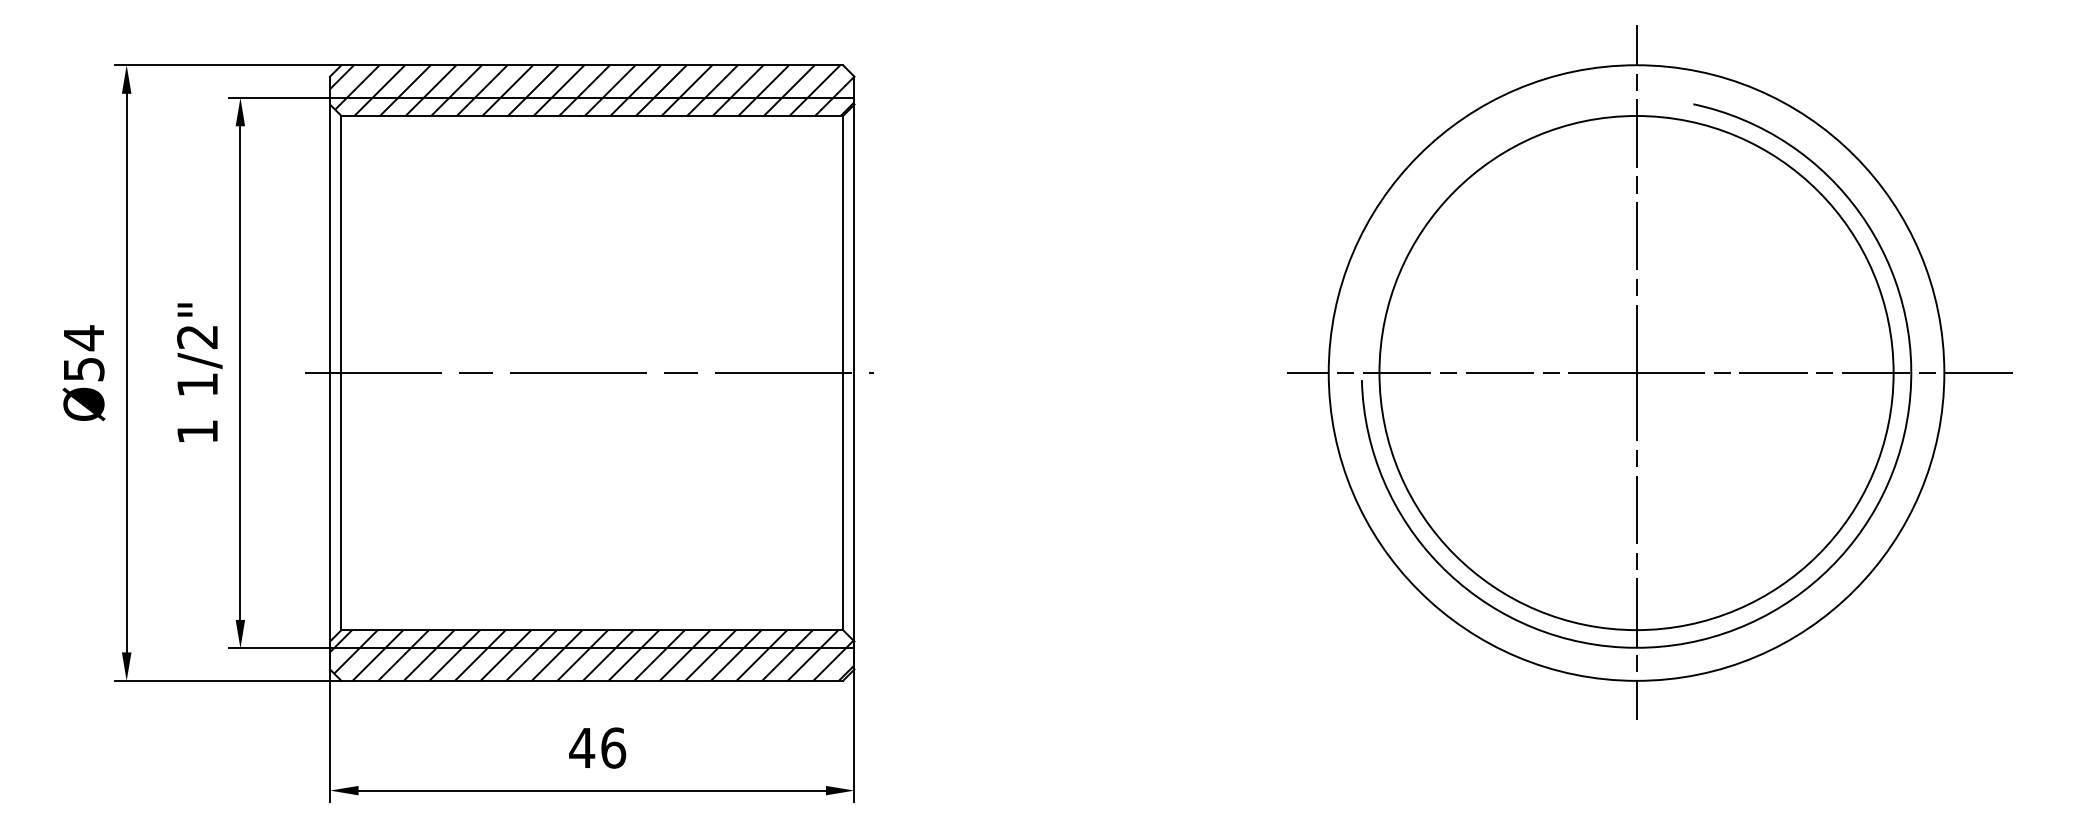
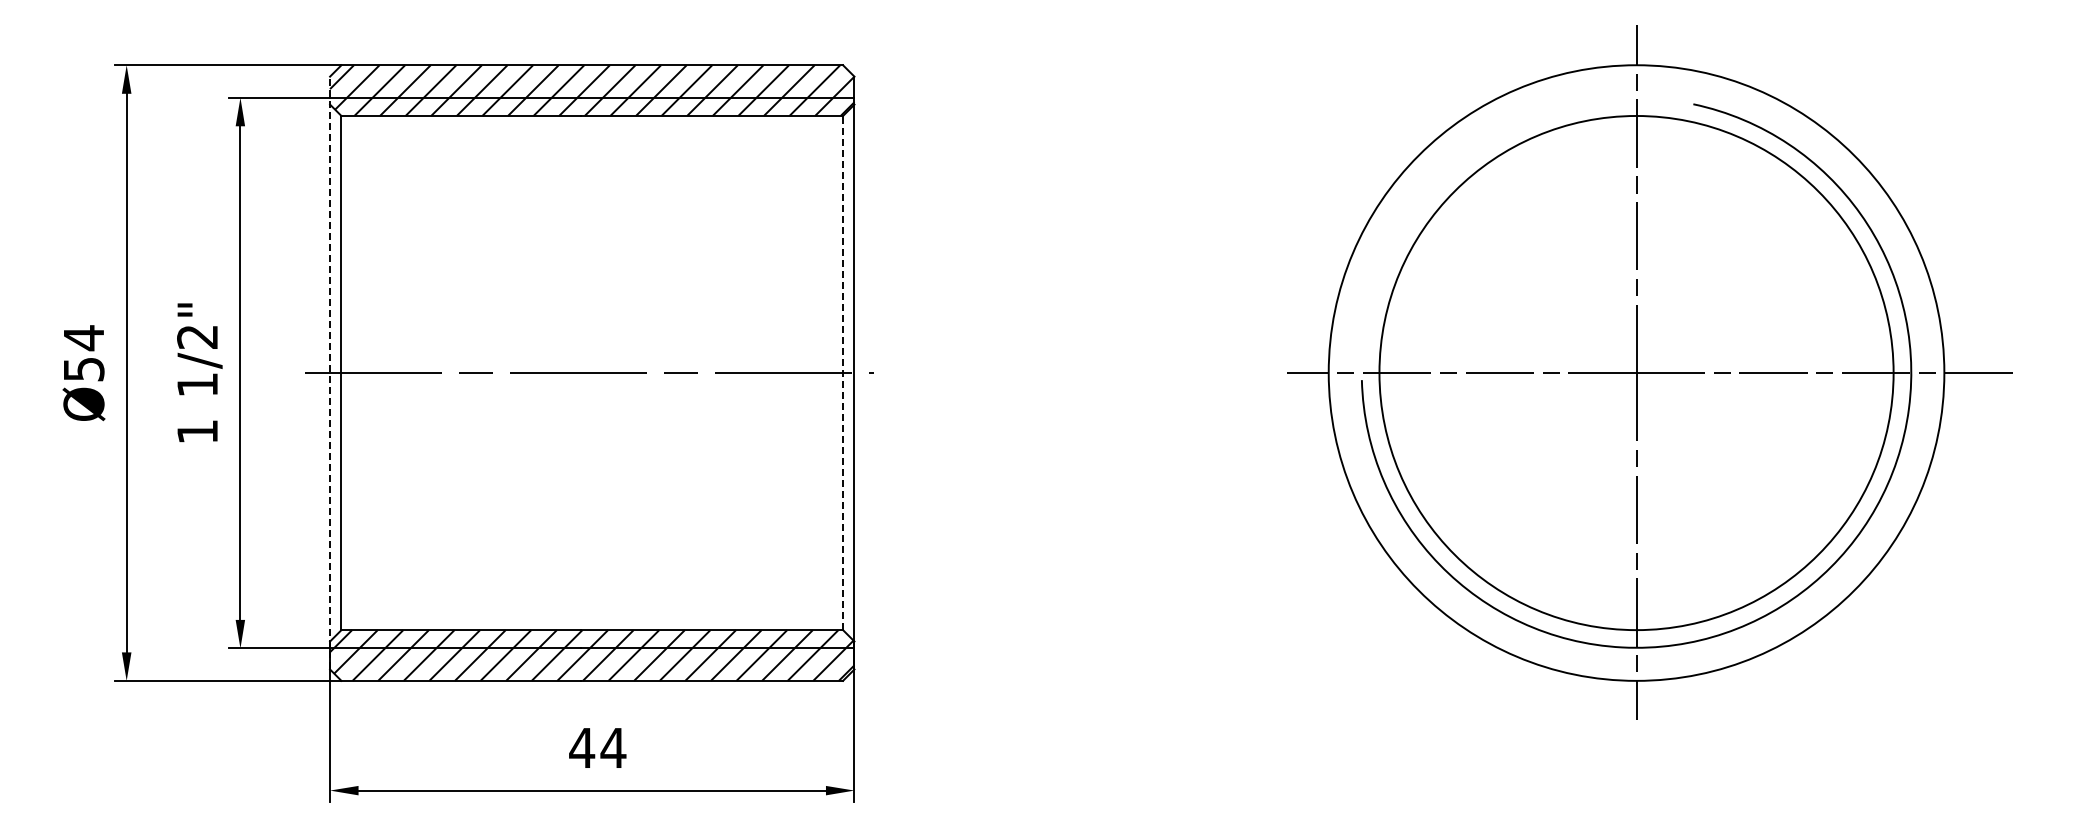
line at (330, 372): solid -> dashed
line at (843, 372): solid -> dashed
text at (613, 747): 46 -> 44
